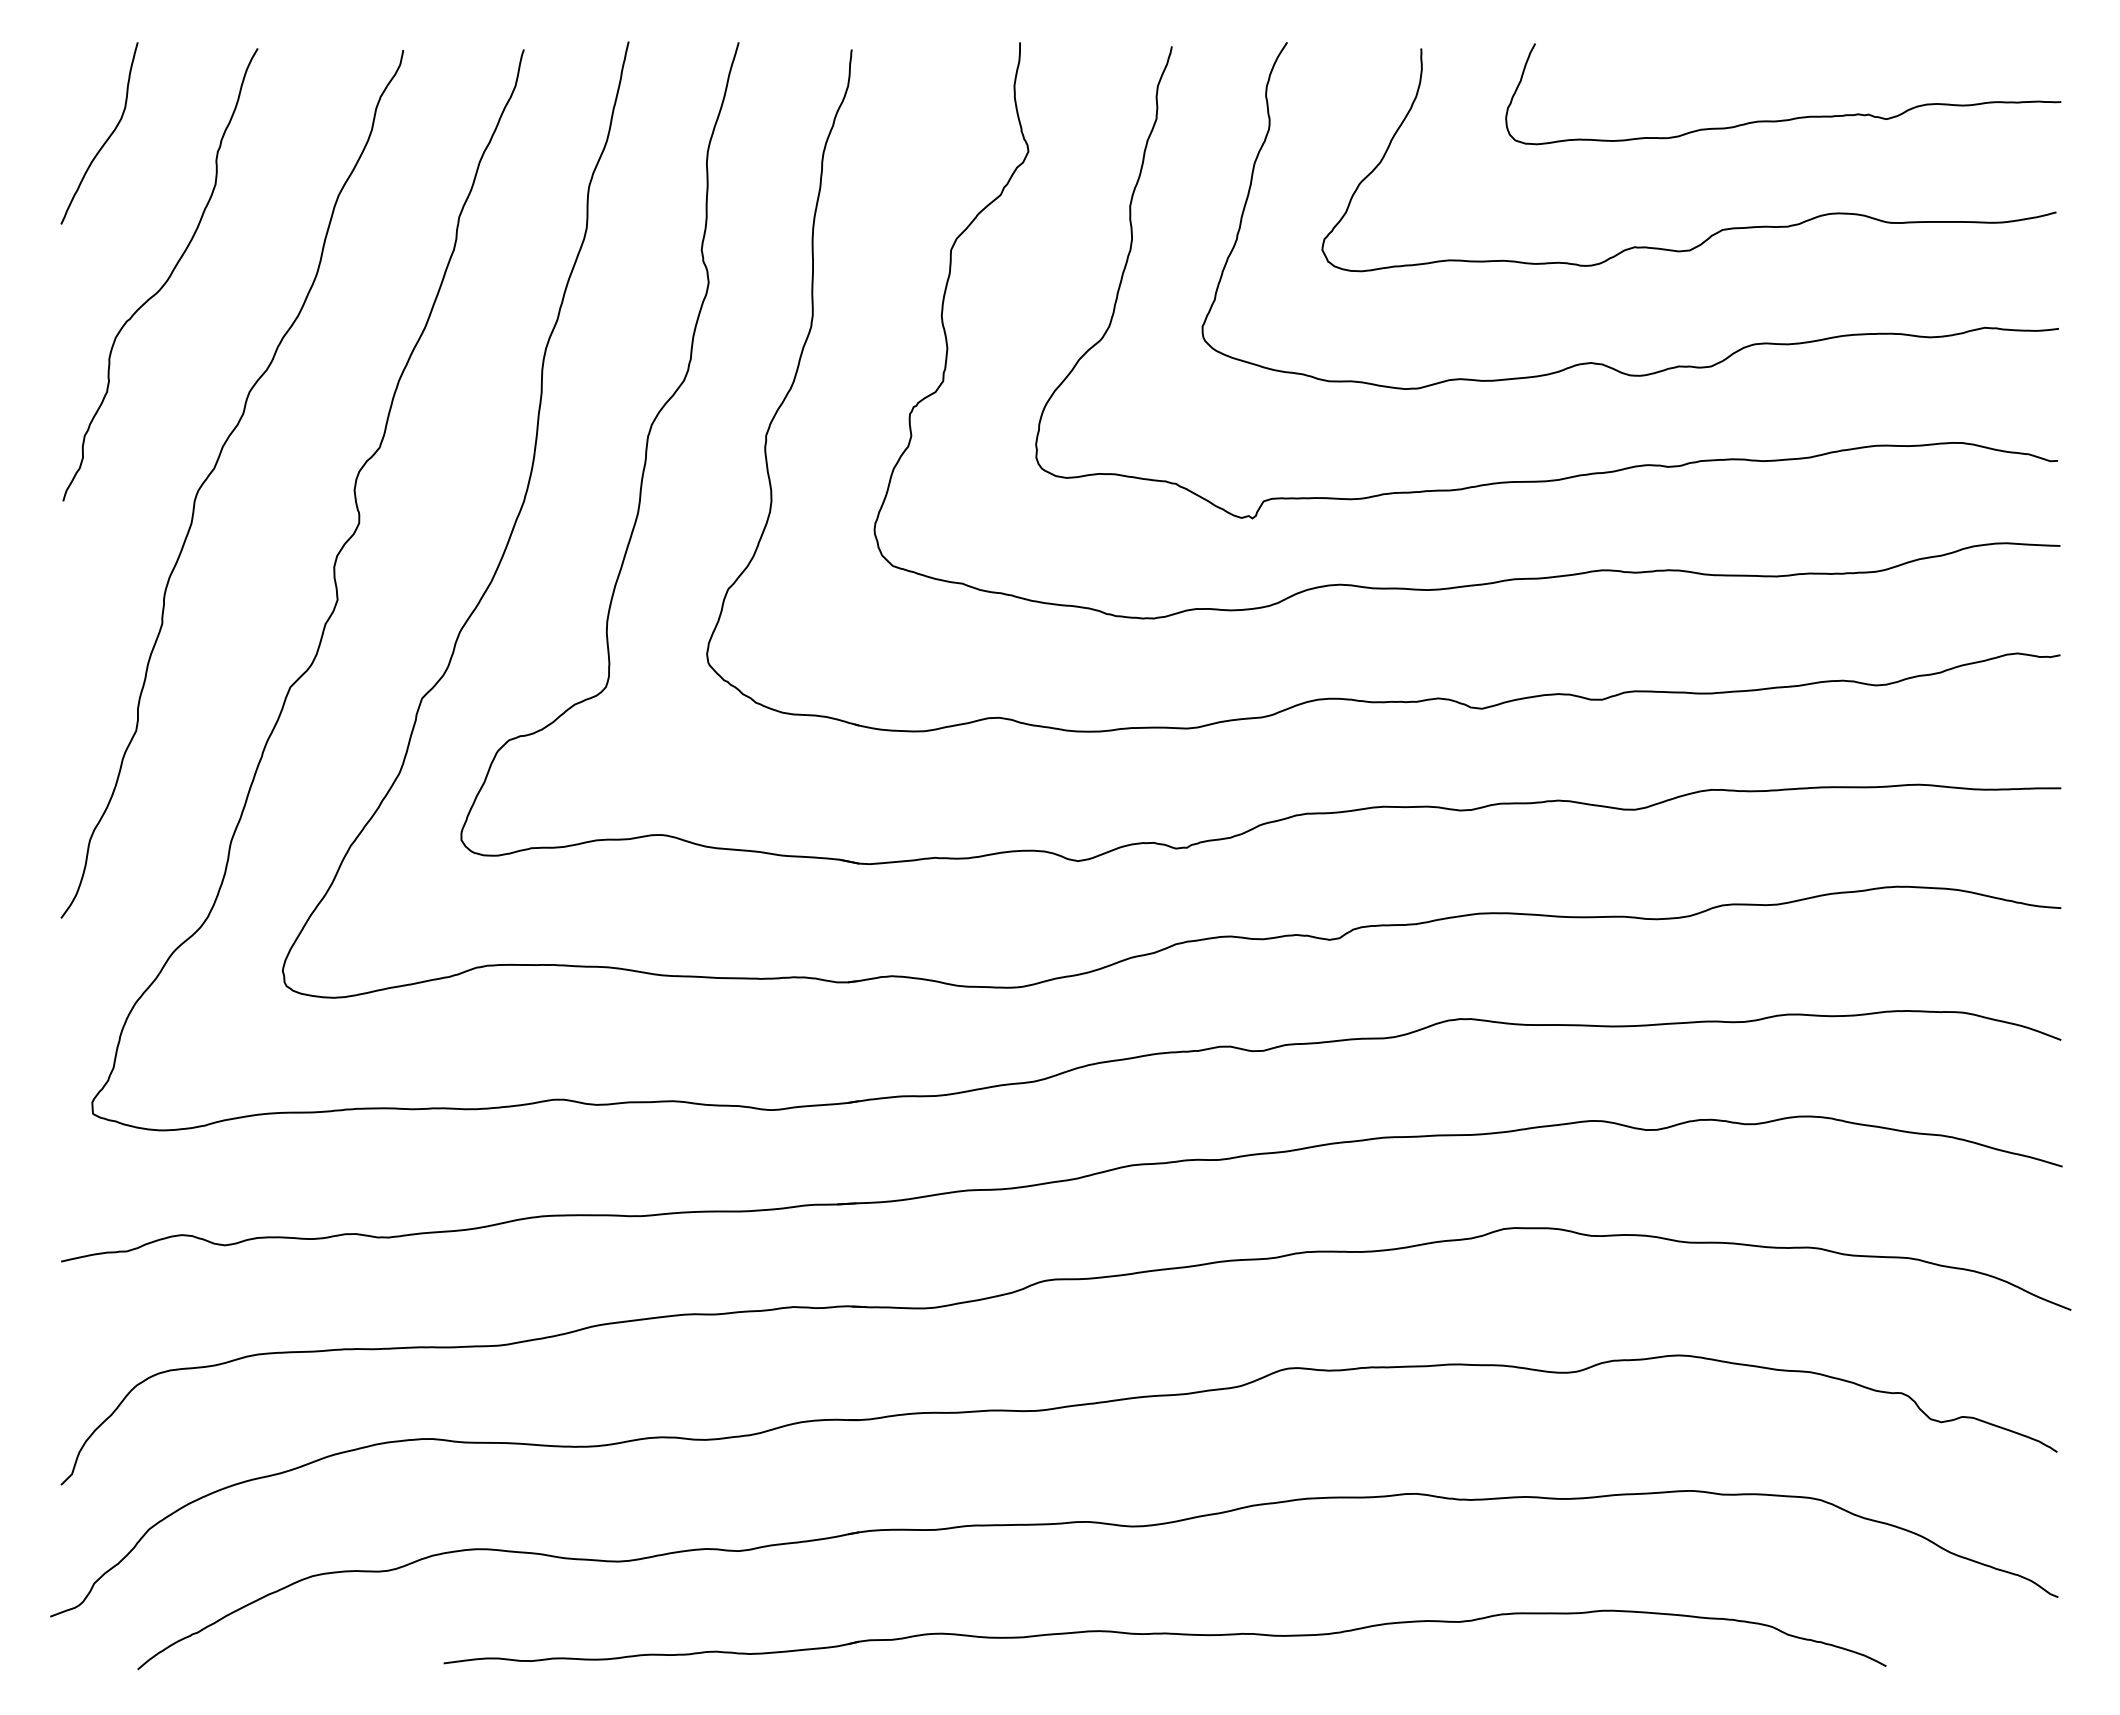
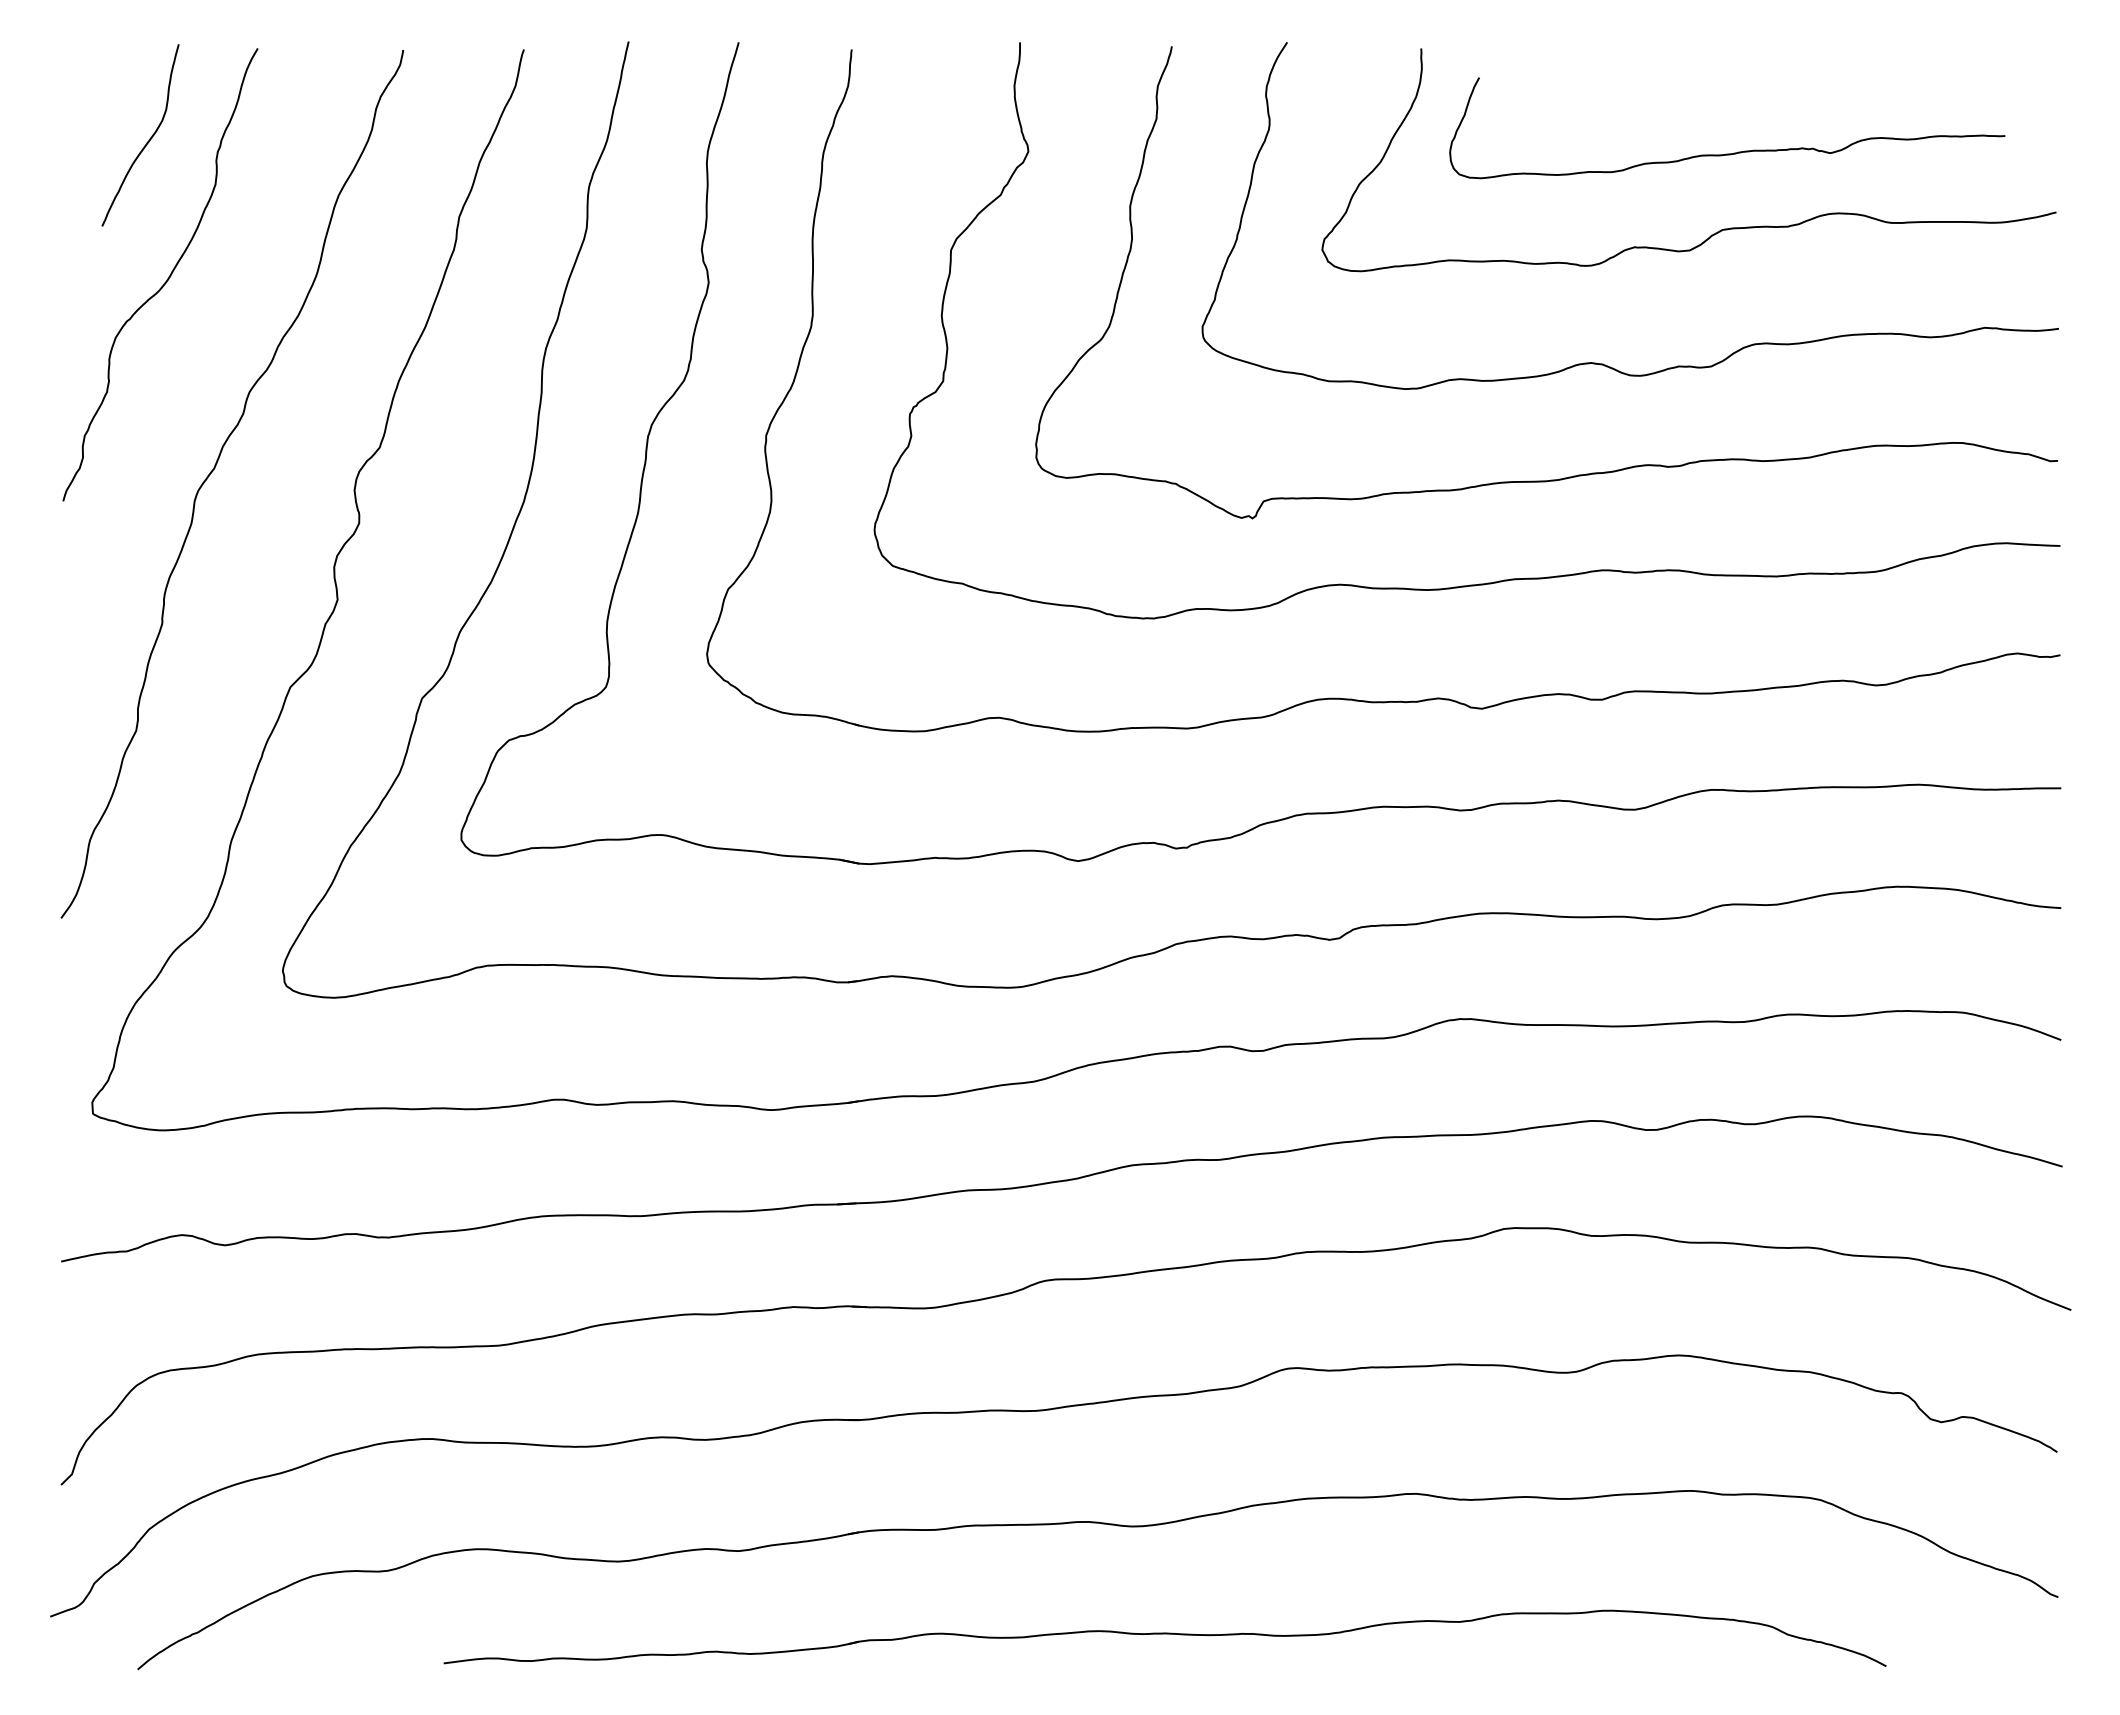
curve at (1790, 118) position: (1790, 118) -> (1734, 152)
curve at (106, 139) position: (106, 139) -> (147, 141)
